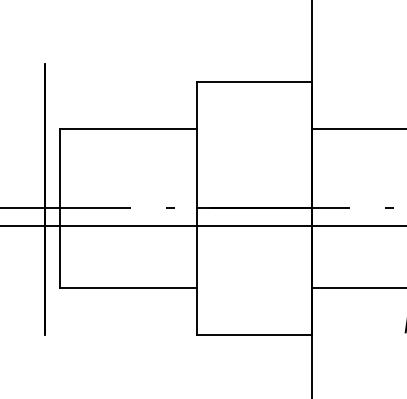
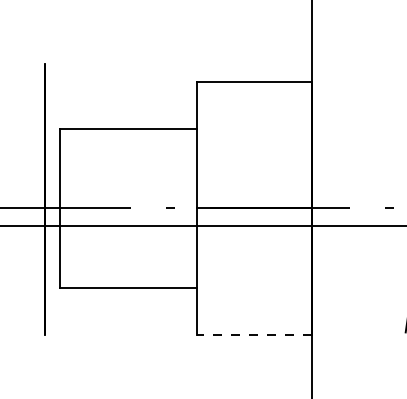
line at (357, 129): present -> none
line at (357, 287): present -> none
line at (254, 334): solid -> dashed
